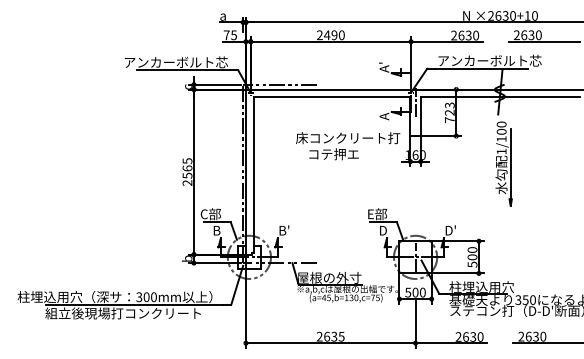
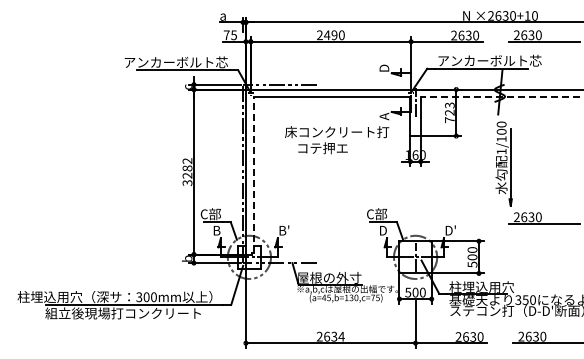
text at (384, 67): A' -> D
line at (500, 97): solid -> dashed
text at (348, 146) position: (348, 146) -> (337, 140)
text at (187, 171): 2565 -> 3282
line at (253, 175): solid -> dashed
text at (370, 214): E部 -> C部
part at (544, 218): none -> present
text at (341, 336): 2635 -> 2634
